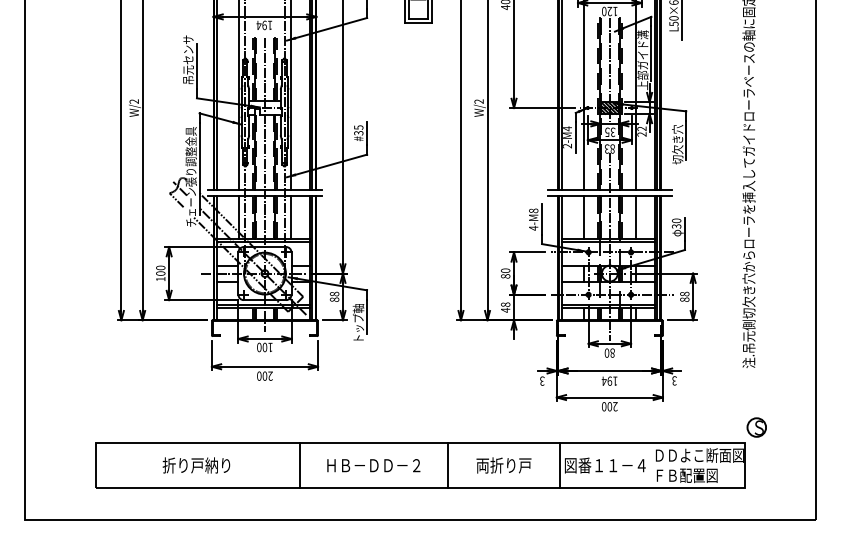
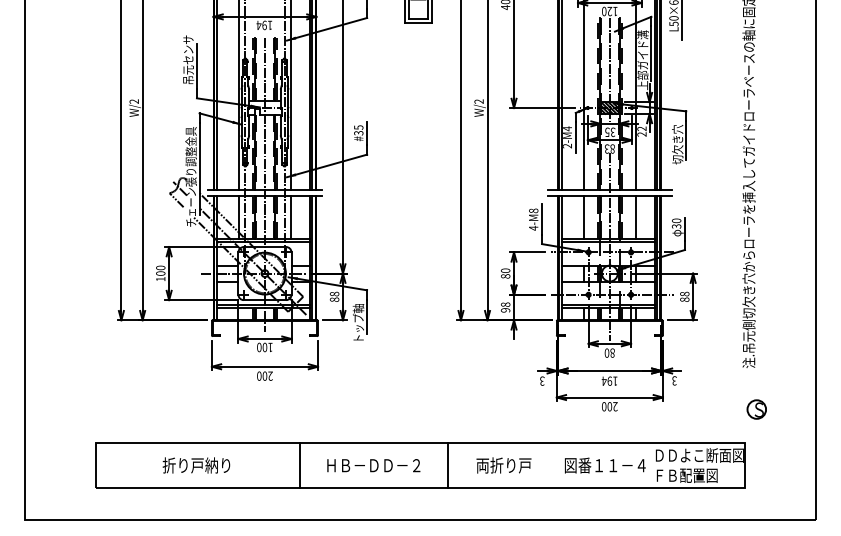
text at (505, 309): 48 -> 98
part at (756, 427) position: (756, 427) -> (756, 409)
line at (559, 465): present -> none
